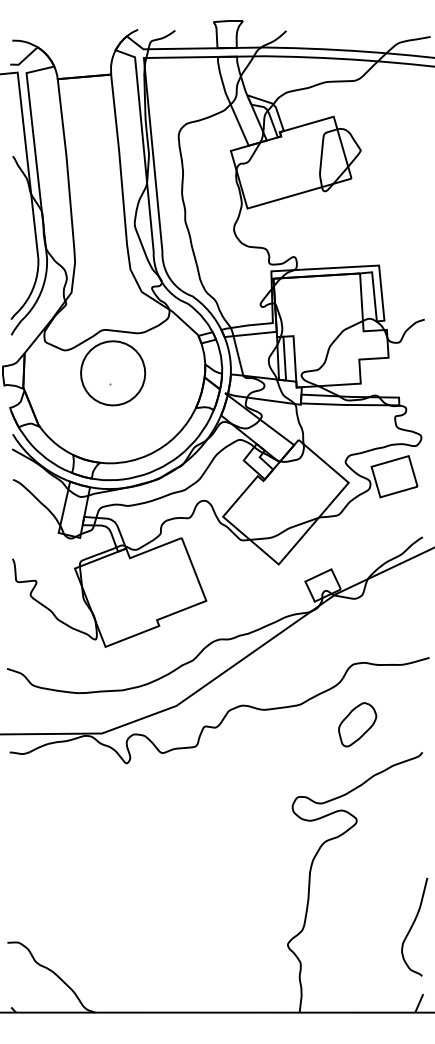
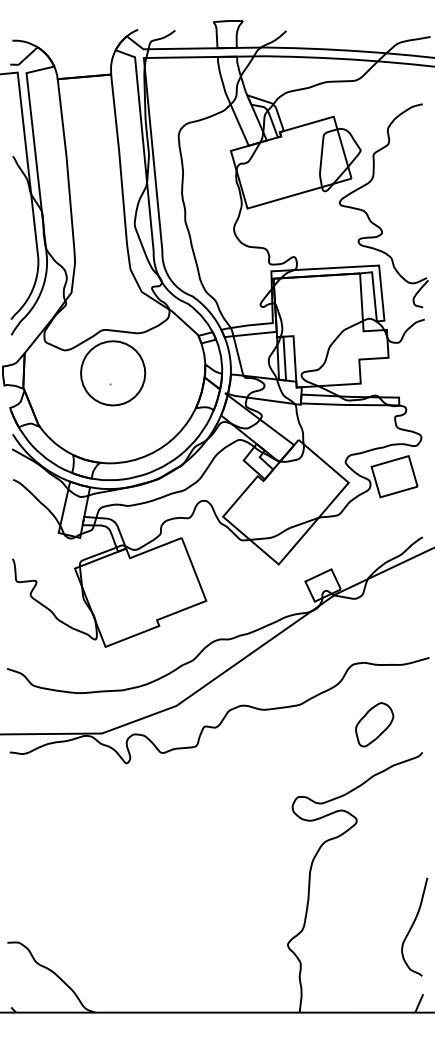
part at (368, 214): none -> present
part at (357, 724) position: (357, 724) -> (374, 724)
